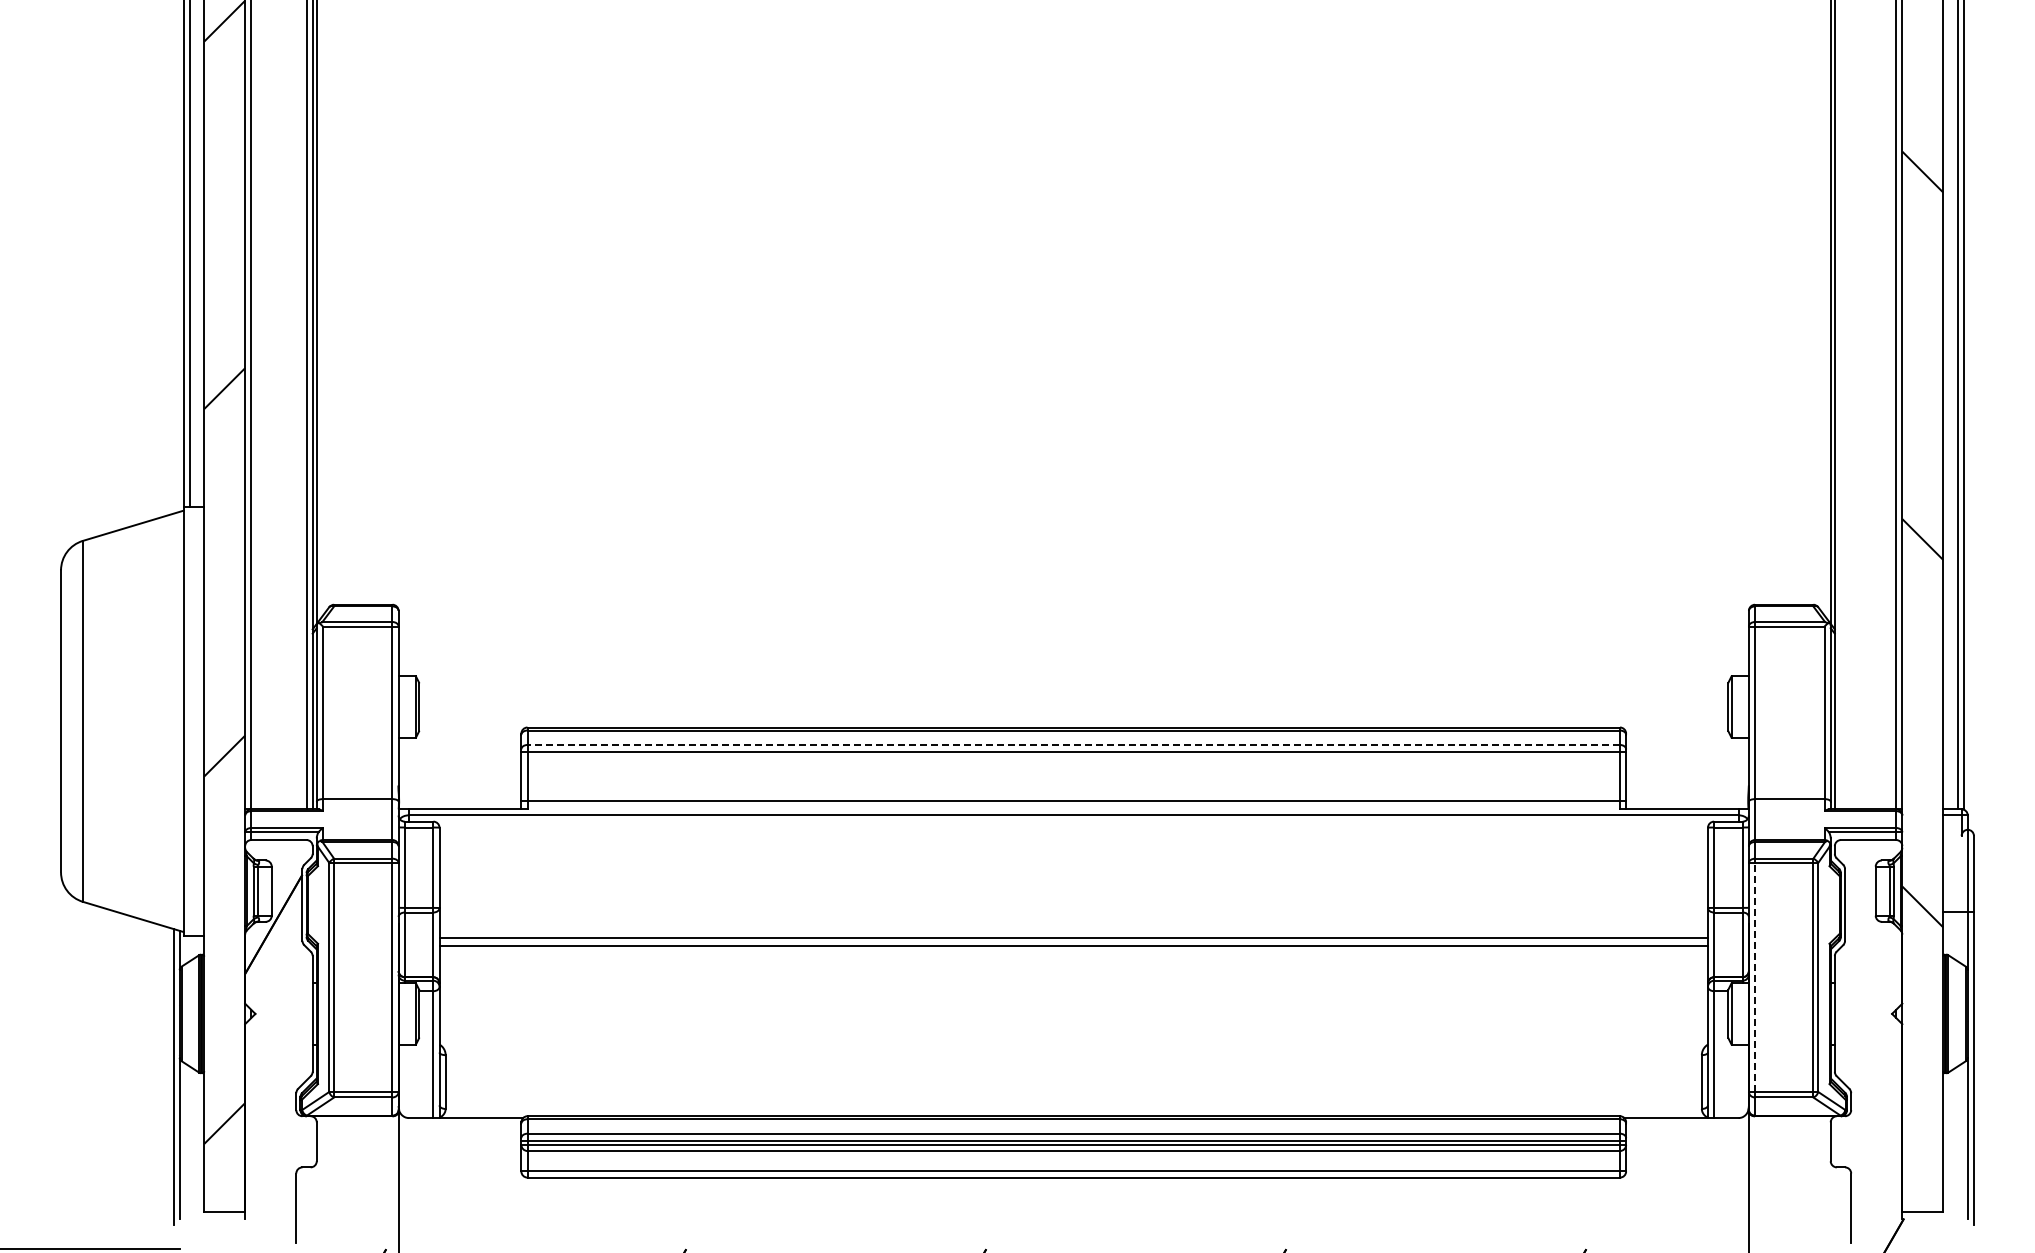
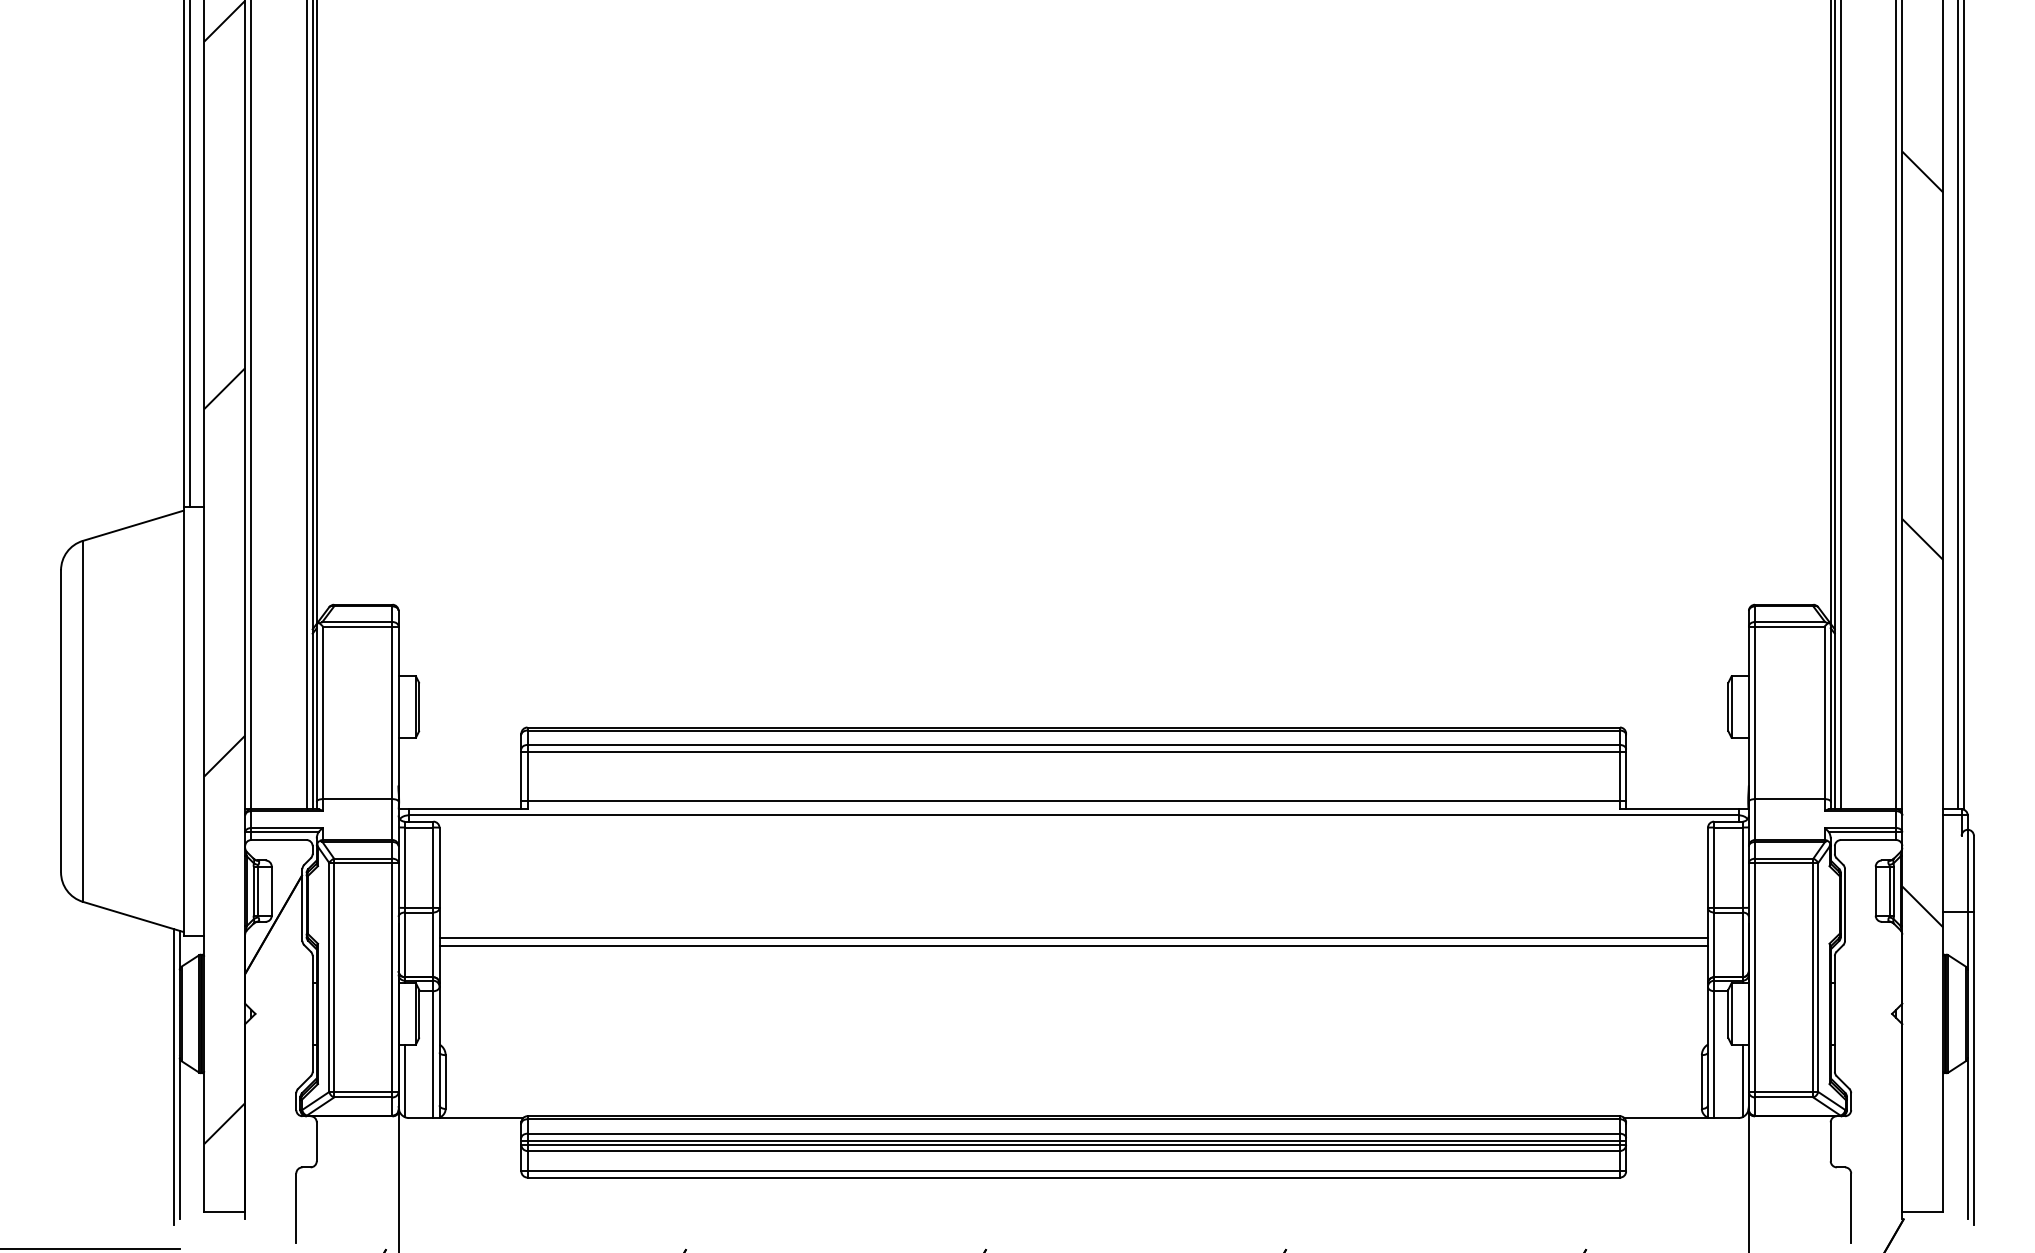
line at (1840, 405): none -> present
line at (1073, 744): dashed -> solid
line at (1755, 977): dashed -> solid
line at (404, 1080): none -> present
line at (1742, 1080): none -> present
